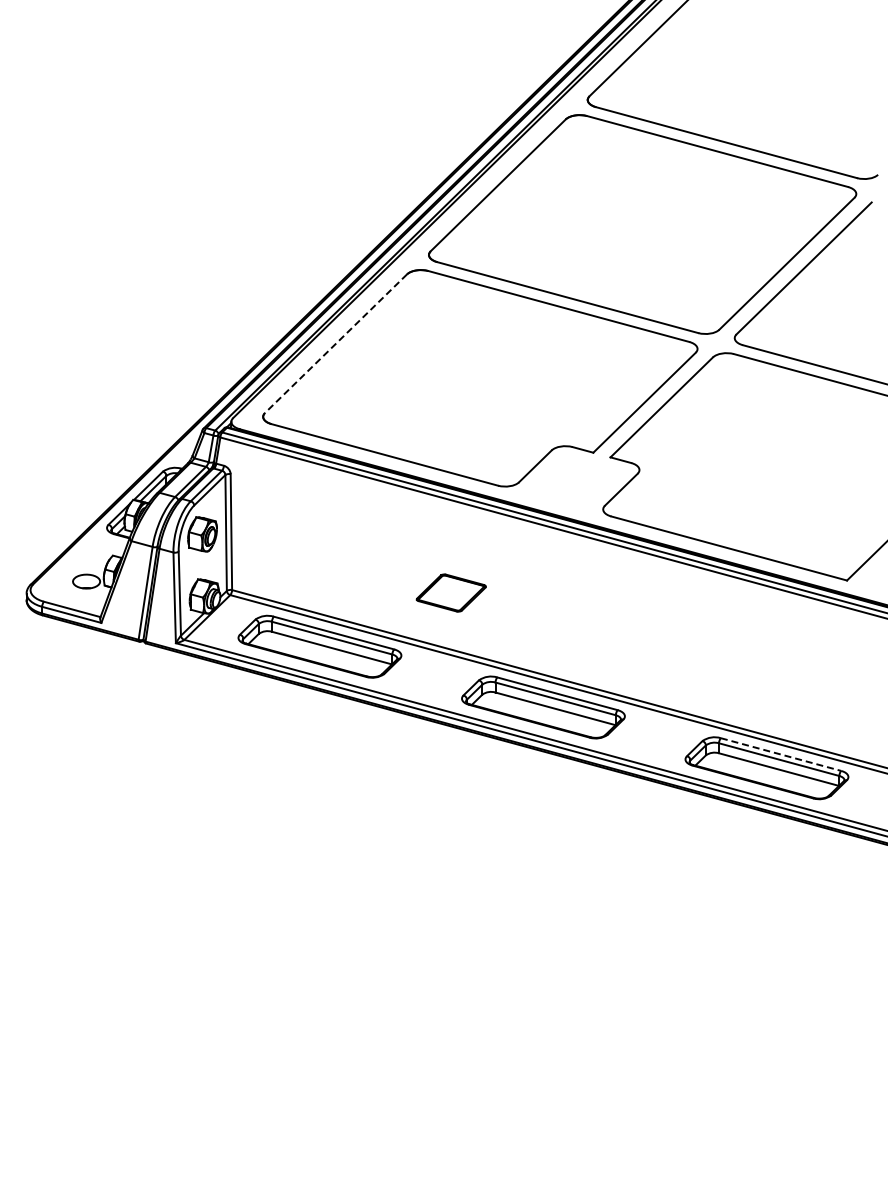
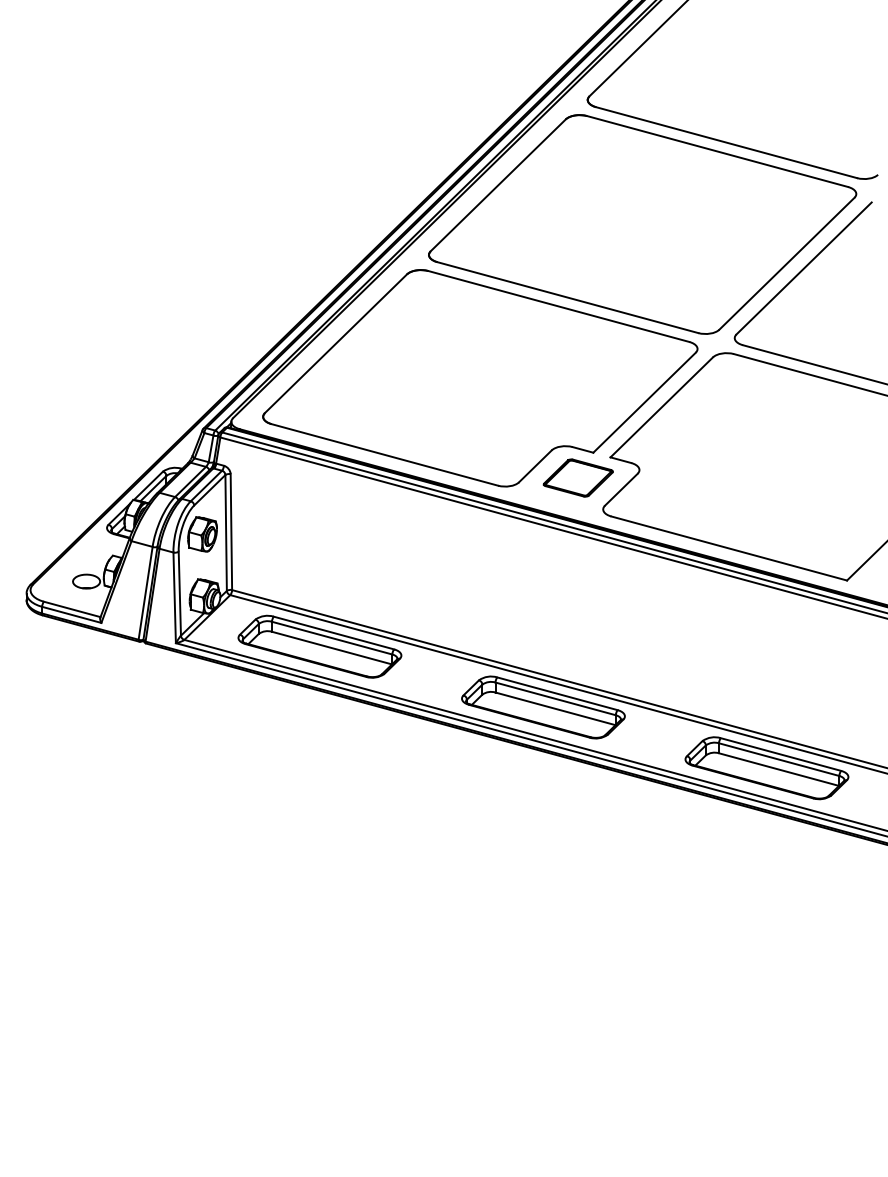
line at (335, 344): dashed -> solid
part at (450, 592) position: (450, 592) -> (577, 477)
line at (781, 754): dashed -> solid
